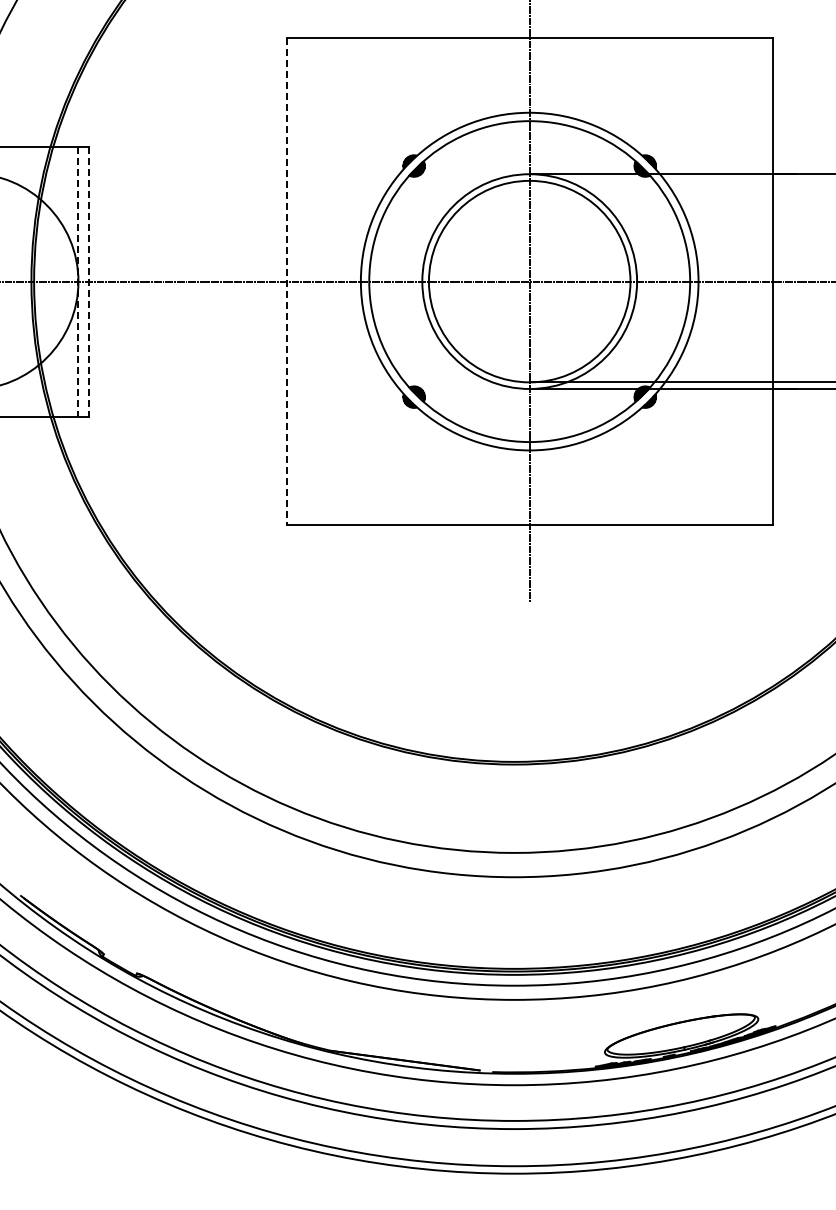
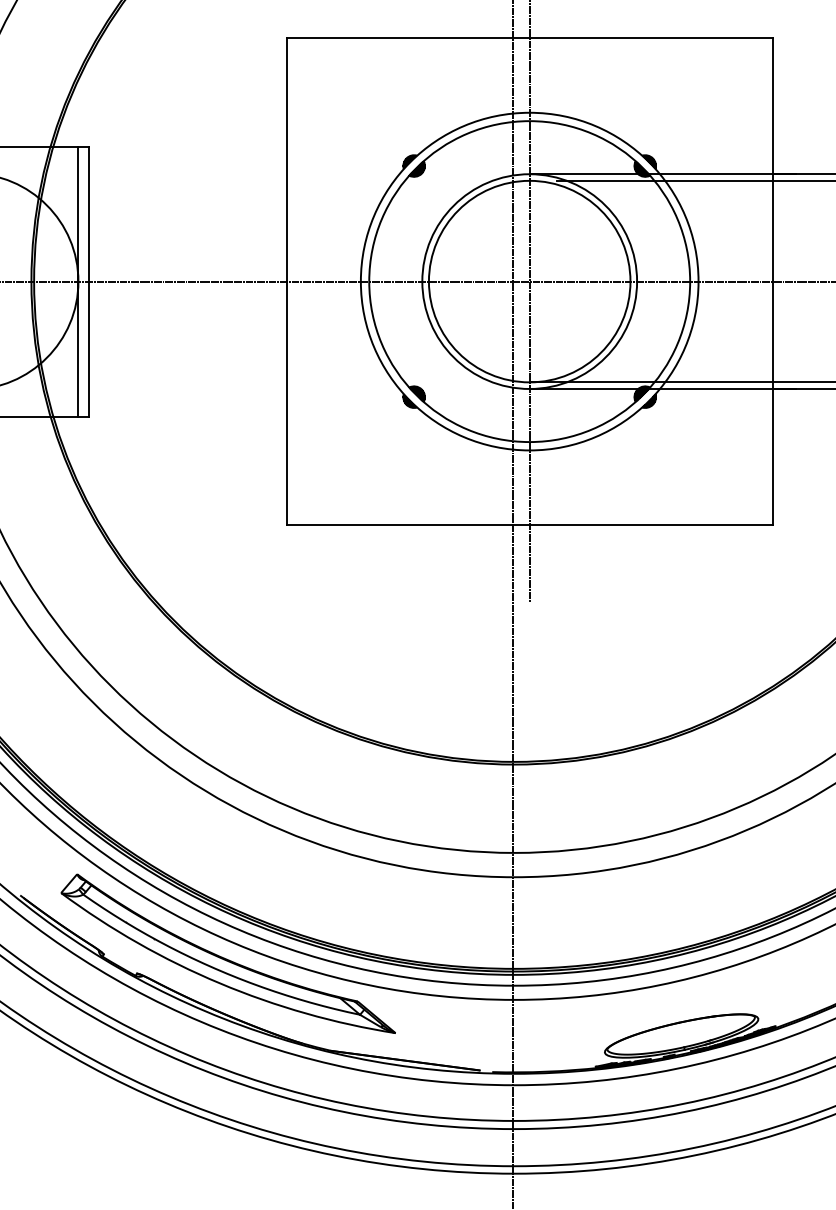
line at (694, 180): none -> present
line at (78, 282): dashed -> solid
line at (89, 282): dashed -> solid
line at (286, 282): dashed -> solid
line at (512, 604): none -> present
part at (227, 953): none -> present
